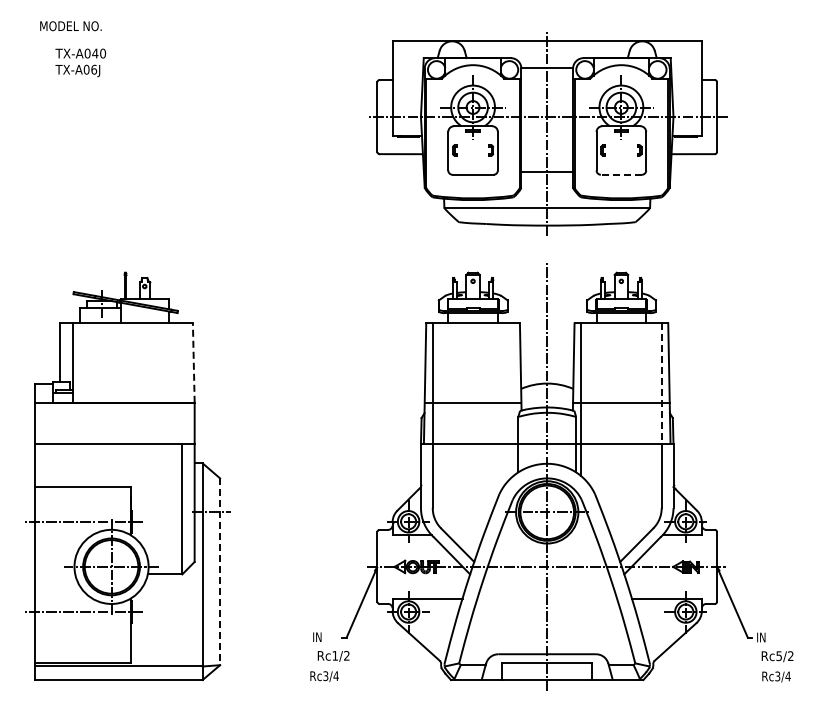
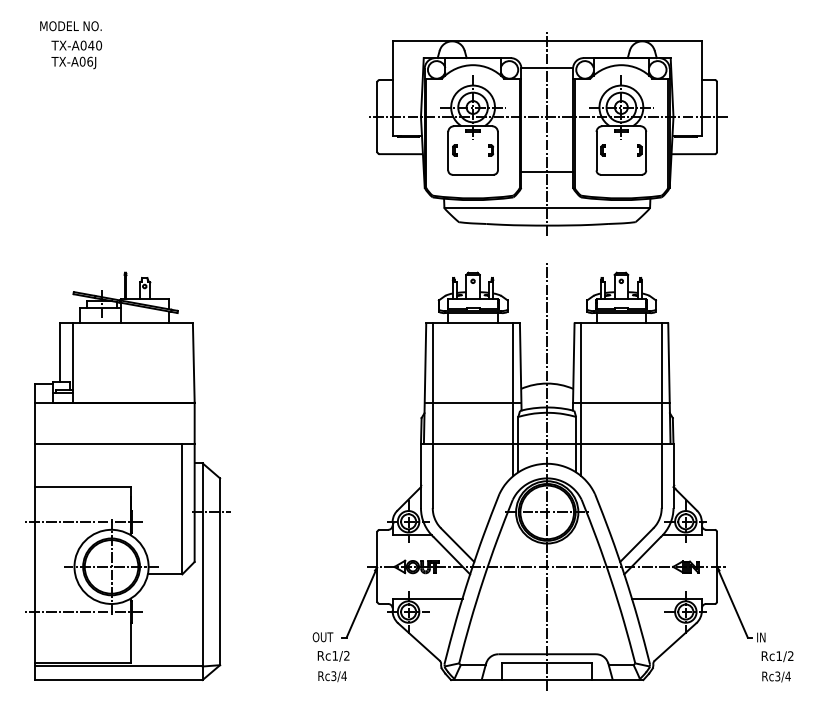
text at (80, 62) position: (80, 62) -> (76, 54)
line at (621, 174): dashed -> solid
line at (193, 363): dashed -> solid
line at (661, 384): dashed -> solid
line at (513, 399): none -> present
line at (220, 572): dashed -> solid
text at (322, 637): IN -> OUT
text at (778, 656): Rc5/2 -> Rc1/2
text at (324, 676) position: (324, 676) -> (332, 676)
